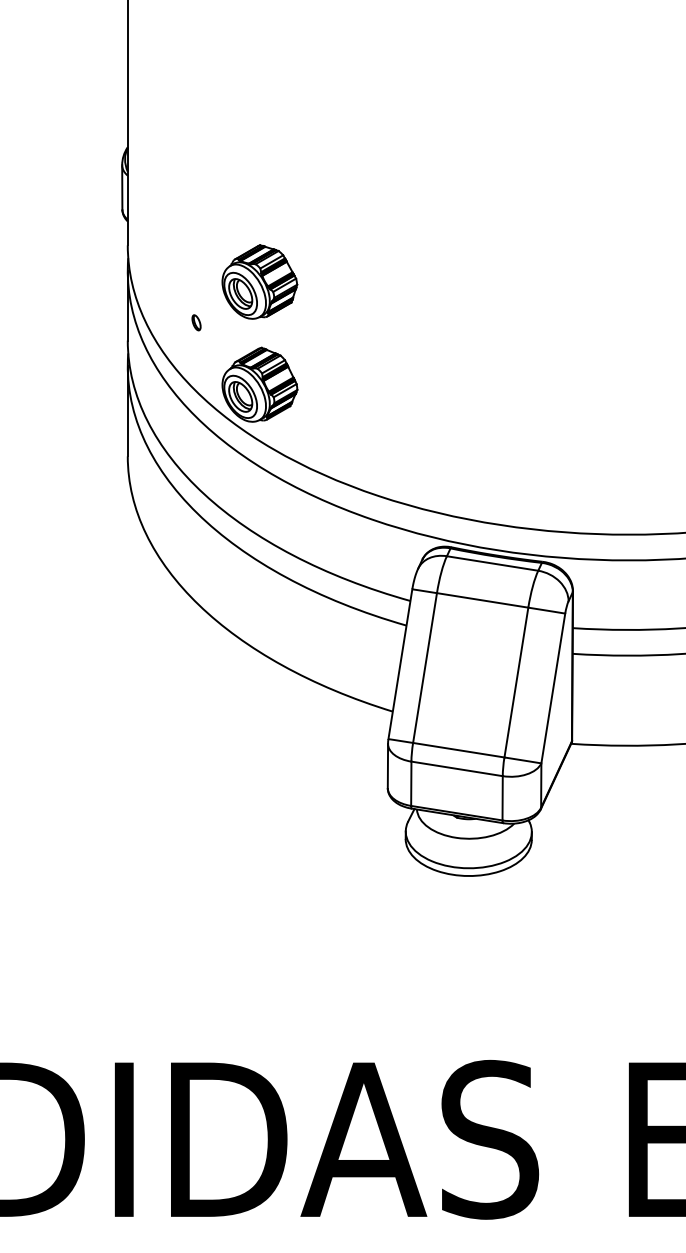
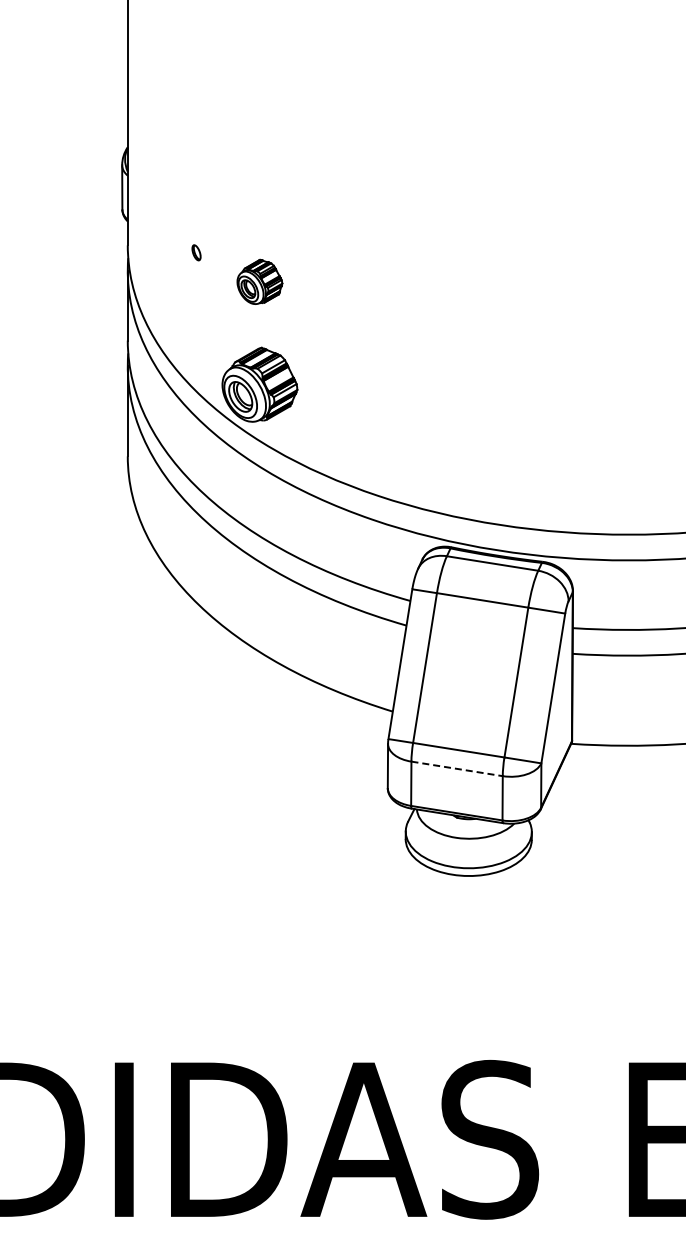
part at (259, 281) size: 78x76 px -> 48x47 px
part at (196, 322) position: (196, 322) -> (196, 252)
line at (457, 768): solid -> dashed
